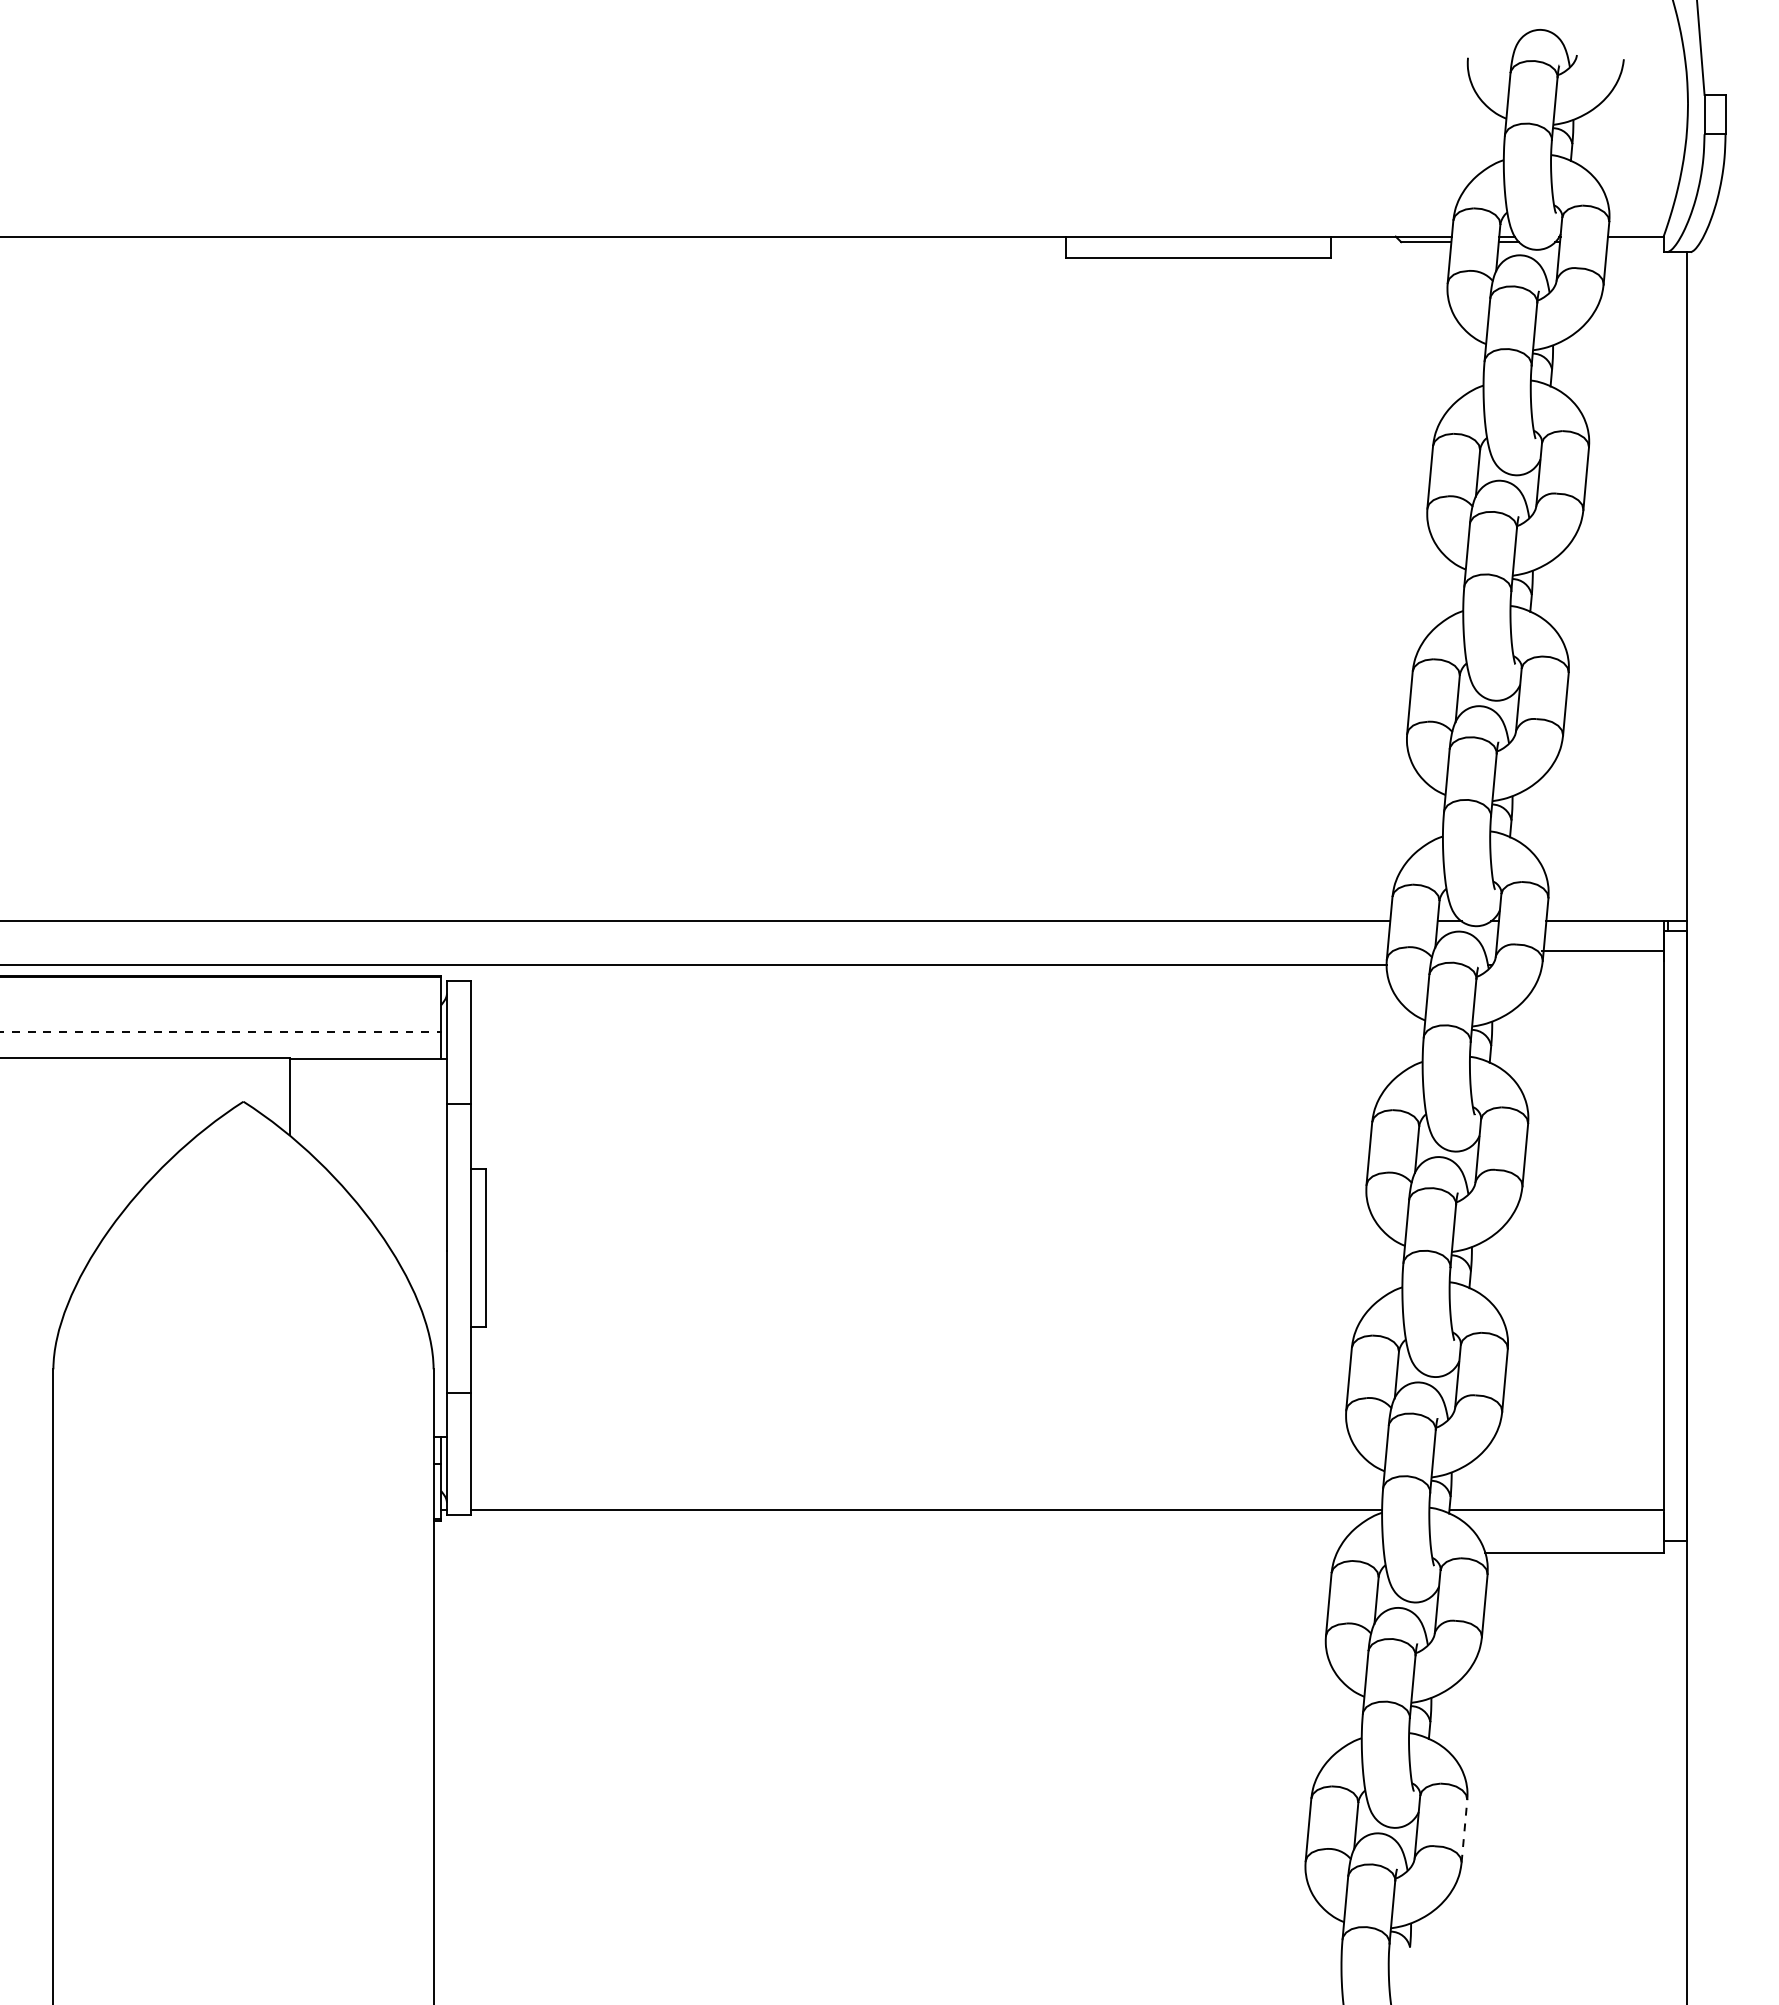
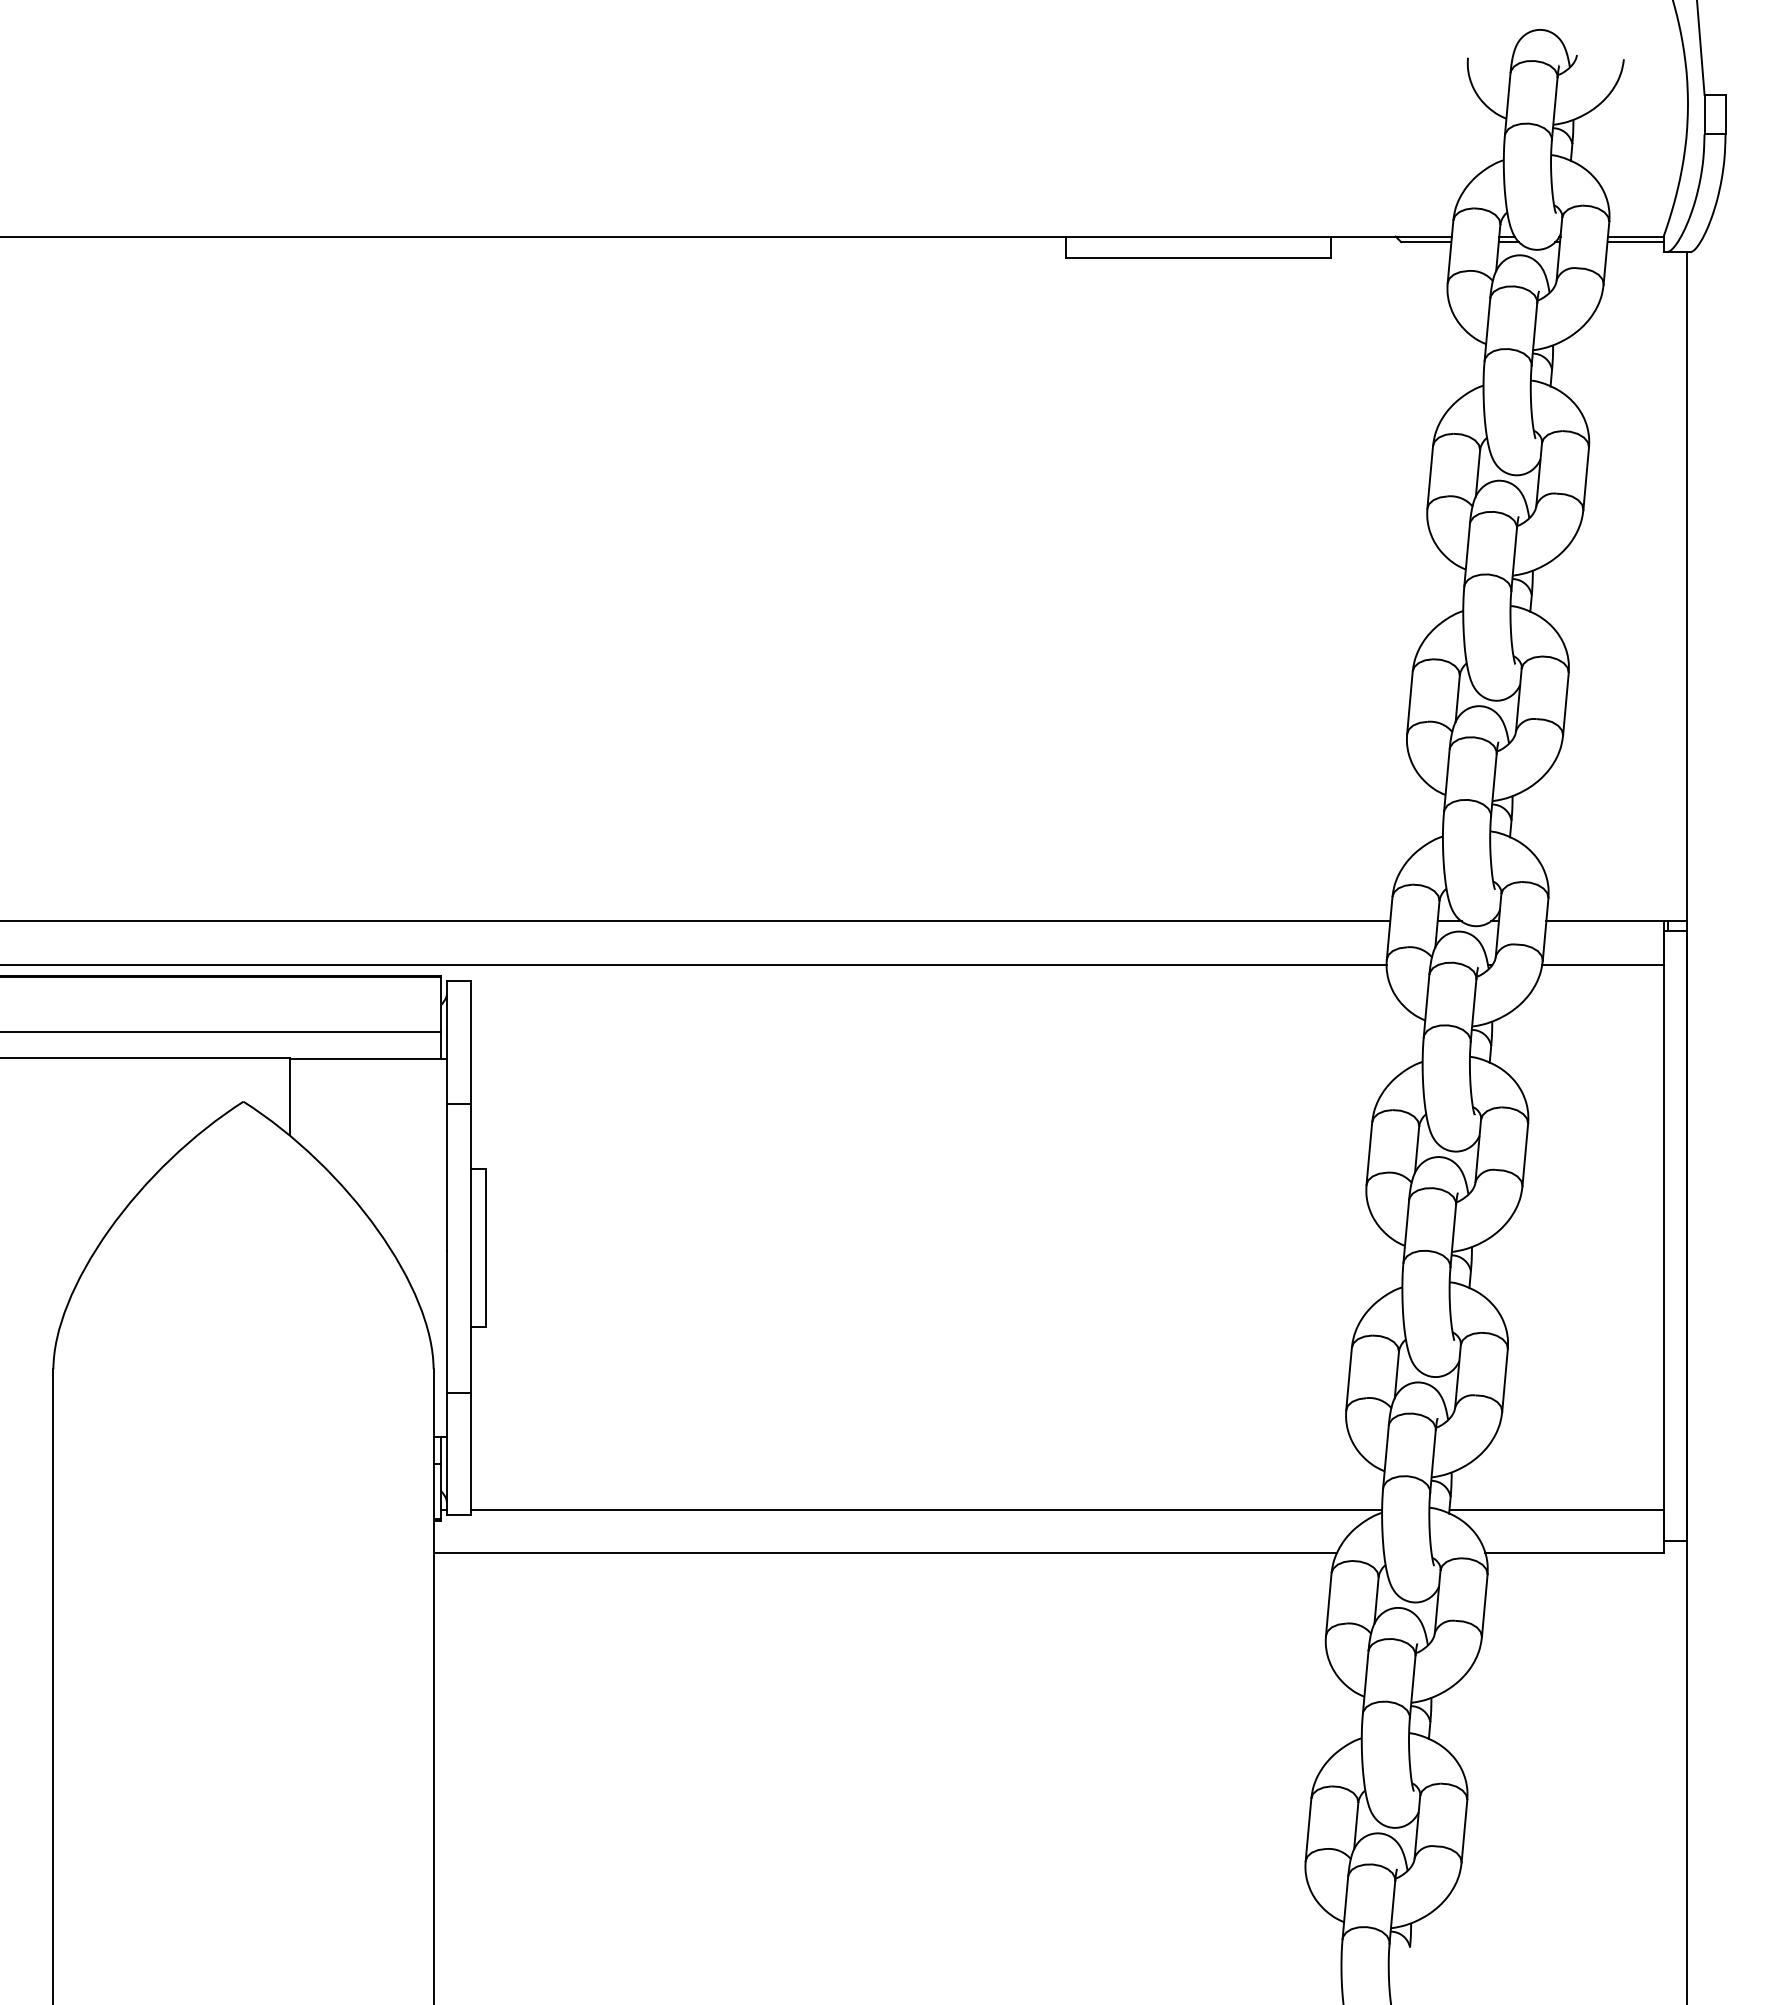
line at (1635, 242): none -> present
line at (1602, 950) position: (1602, 950) -> (1602, 964)
line at (221, 1032): dashed -> solid
line at (885, 1553): none -> present
line at (1464, 1830): dashed -> solid
